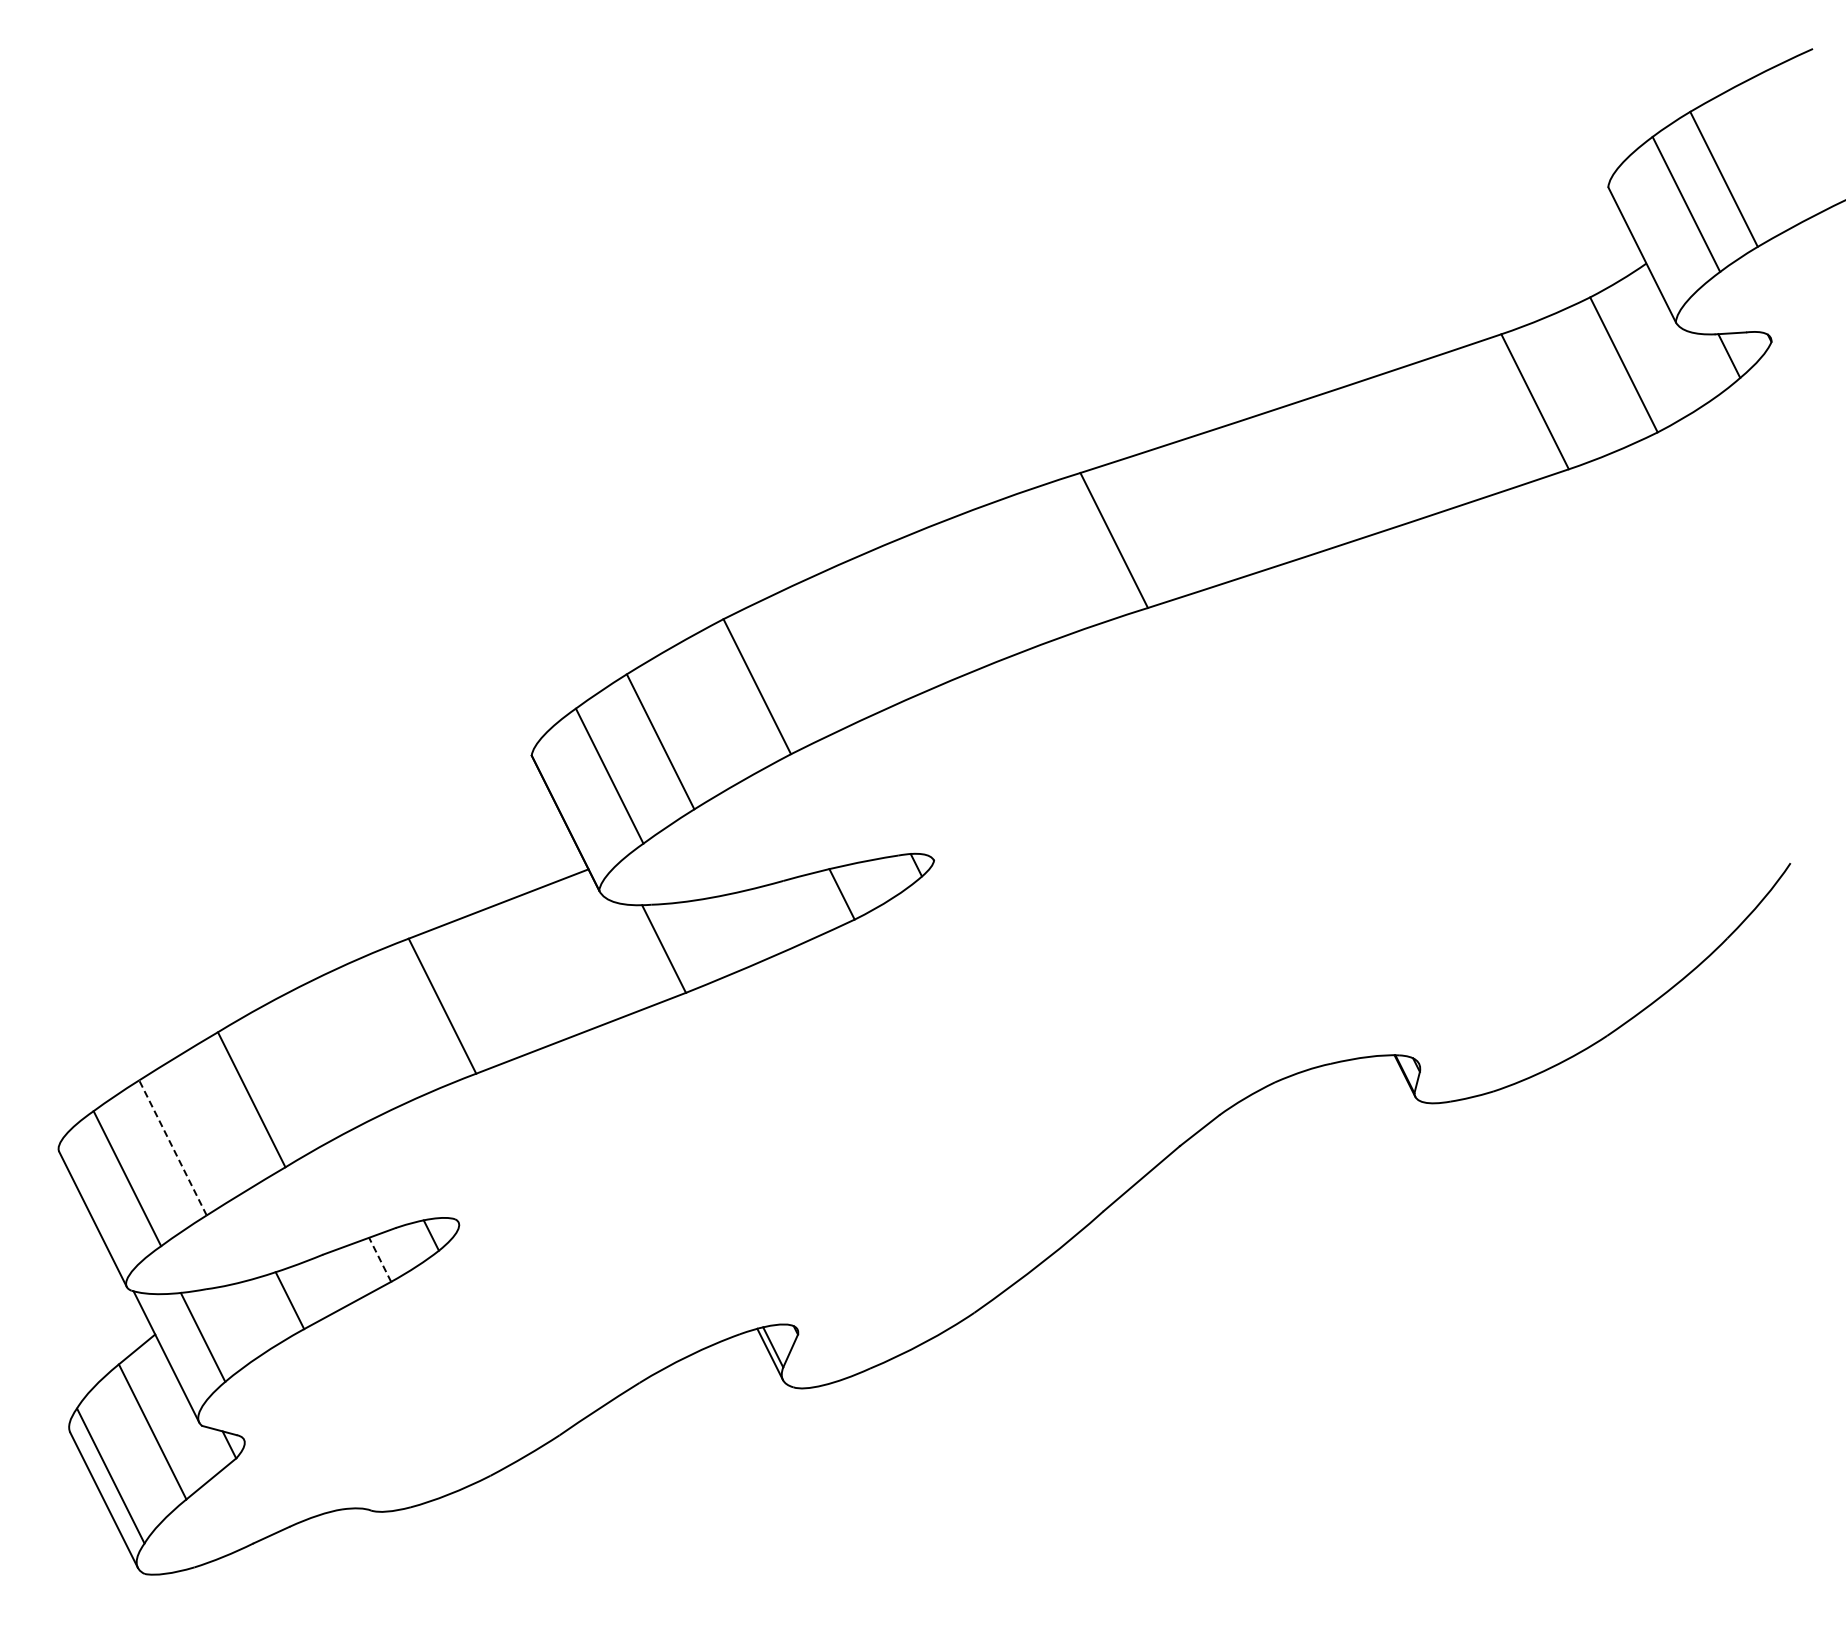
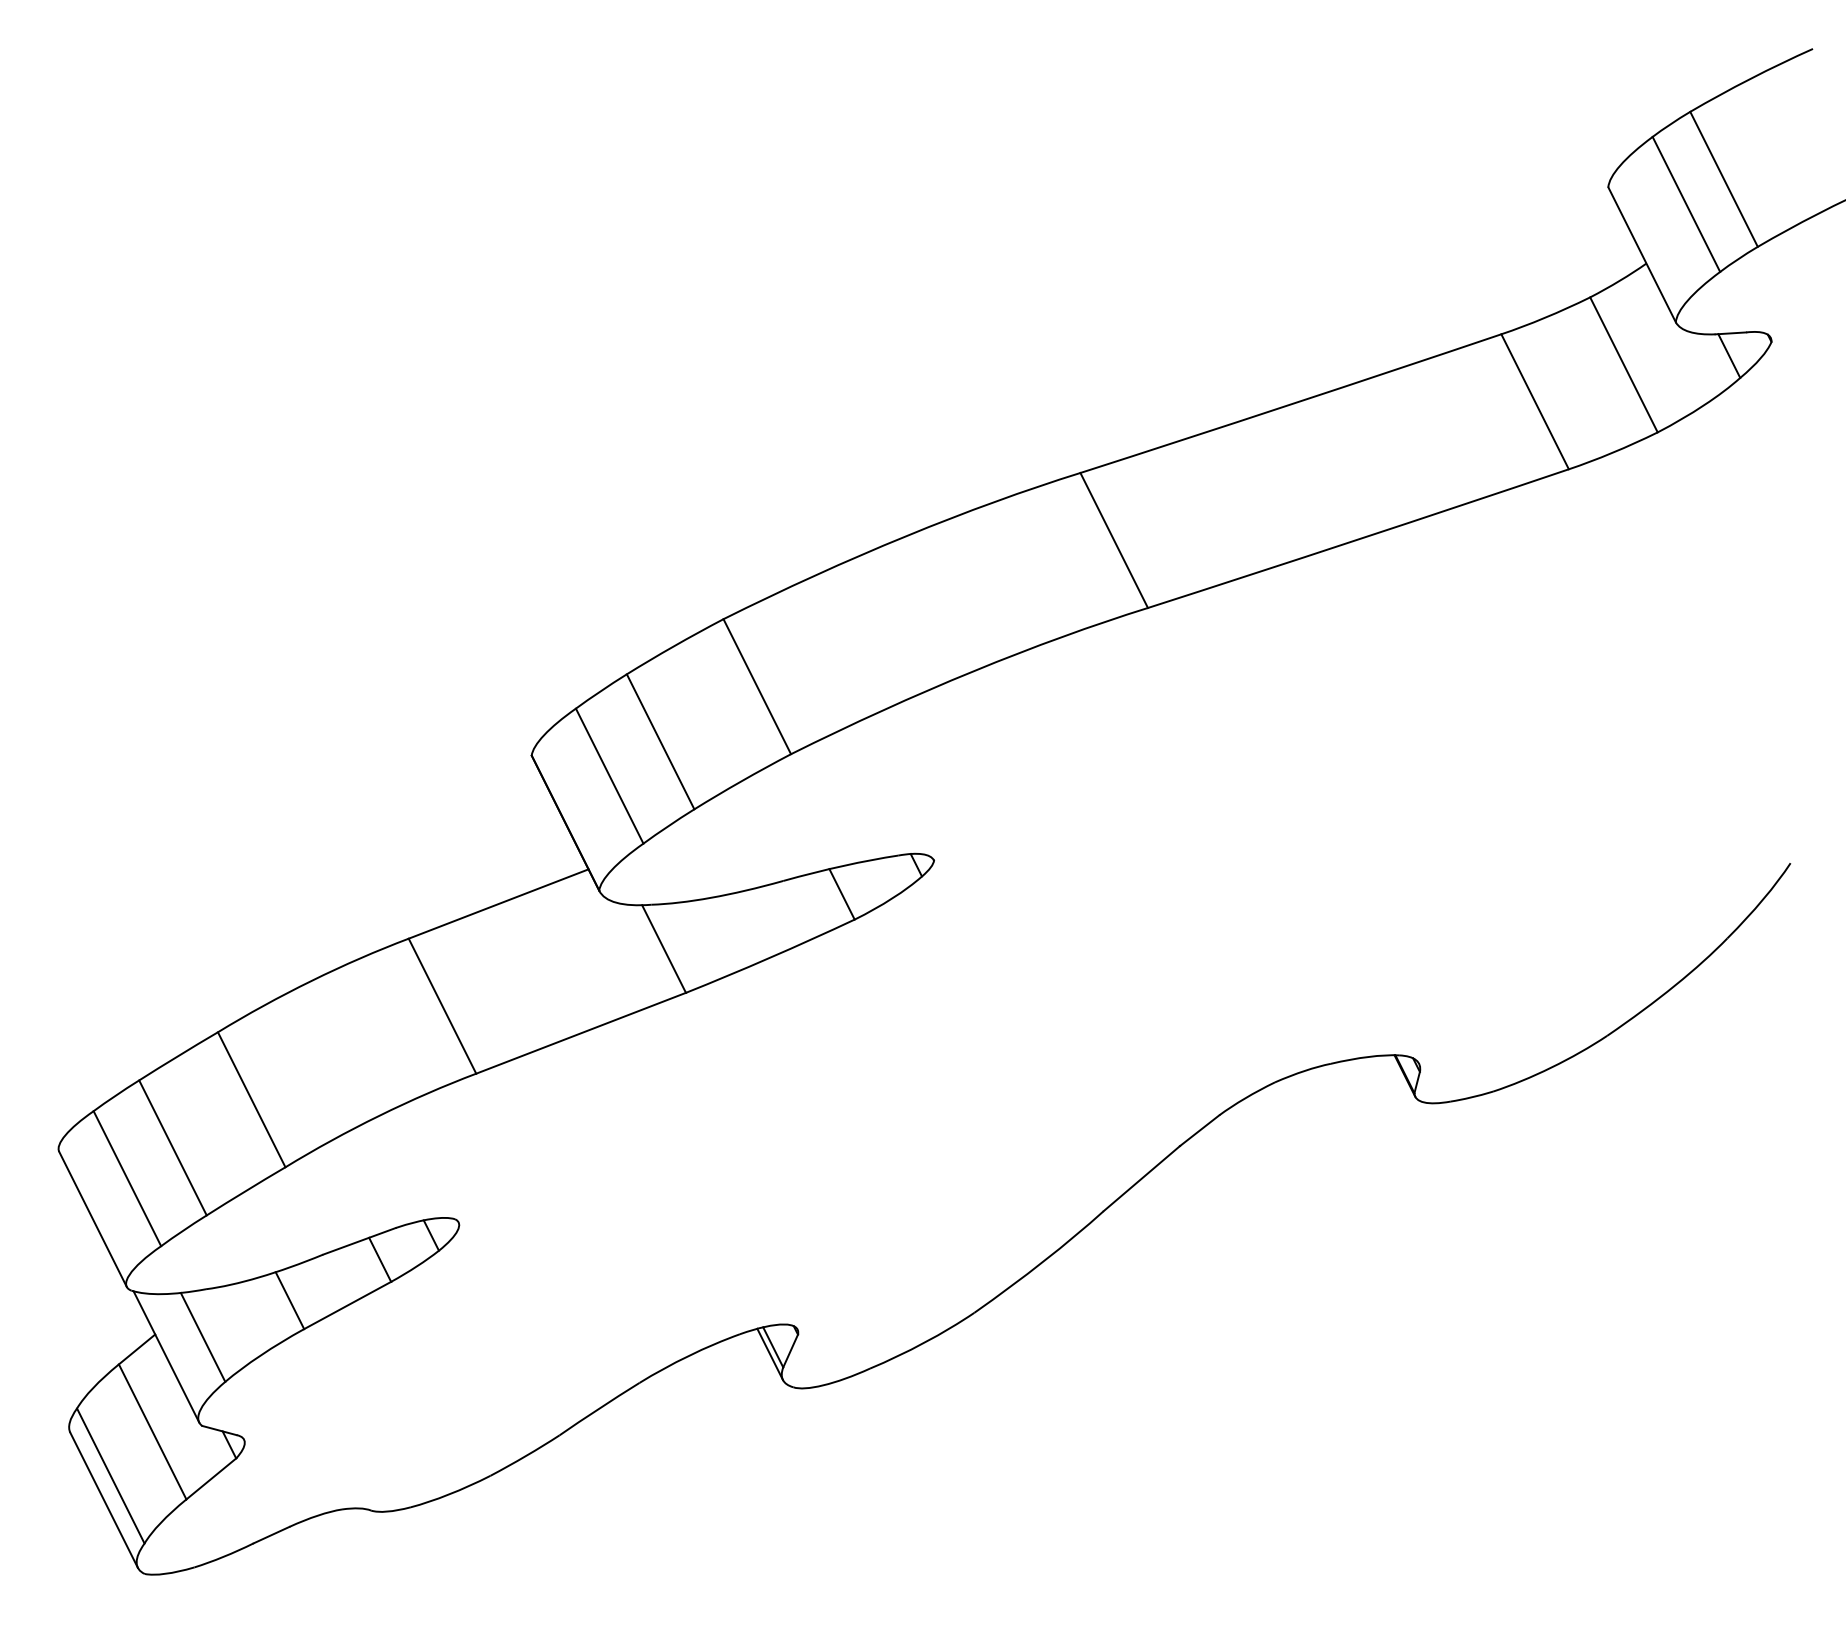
line at (172, 1147): dashed -> solid
line at (380, 1259): dashed -> solid
